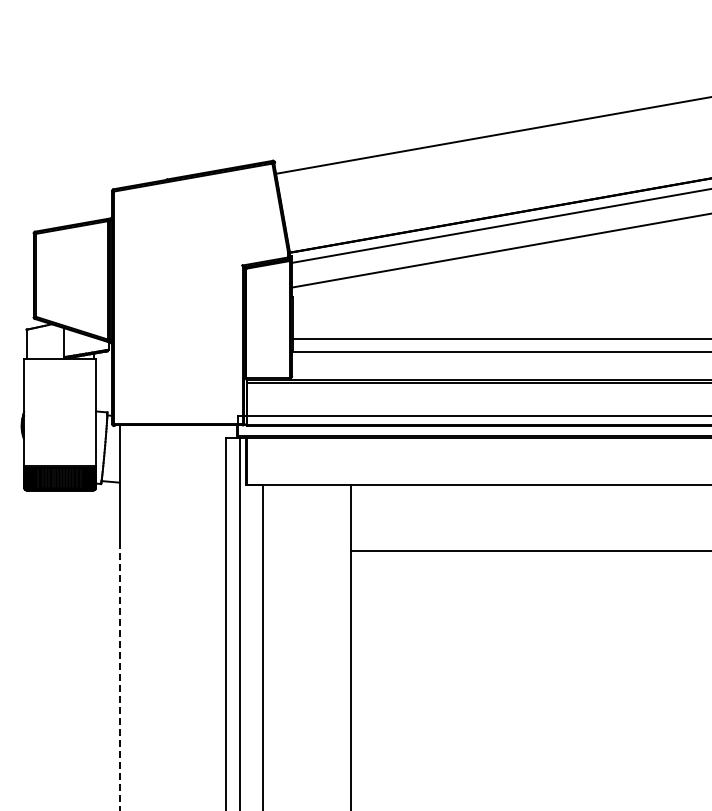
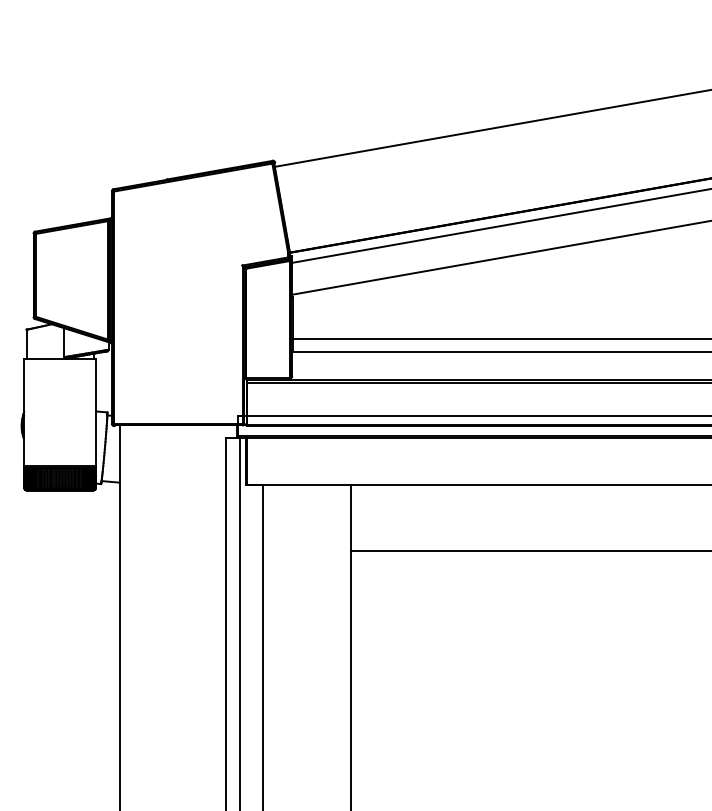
line at (491, 135) position: (491, 135) -> (491, 128)
line at (499, 250) position: (499, 250) -> (499, 257)
line at (119, 676): dashed -> solid
